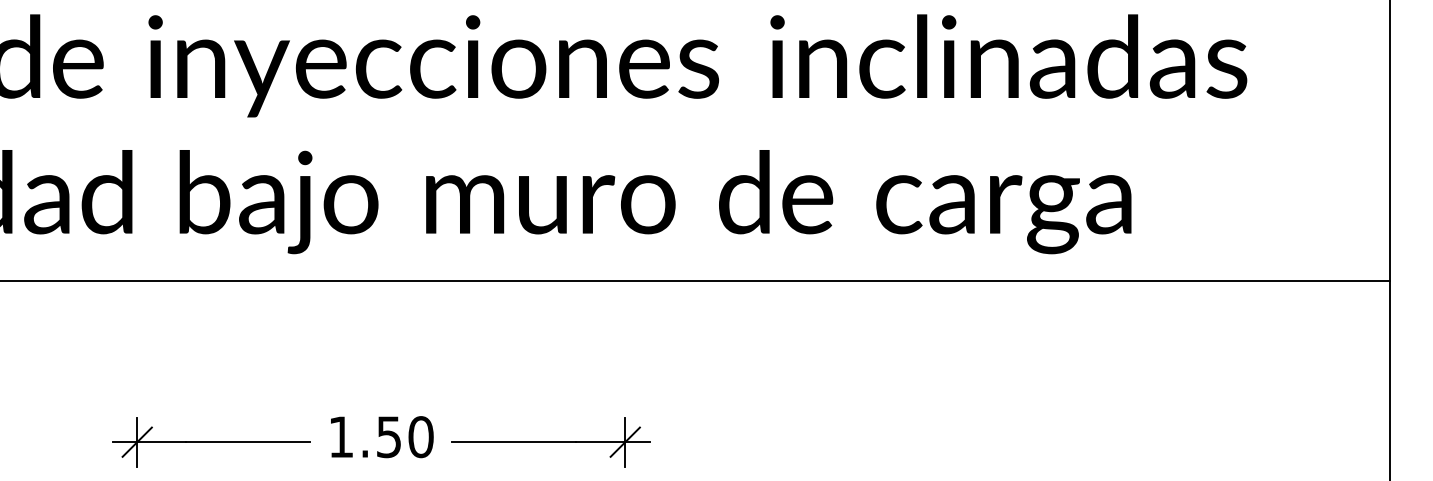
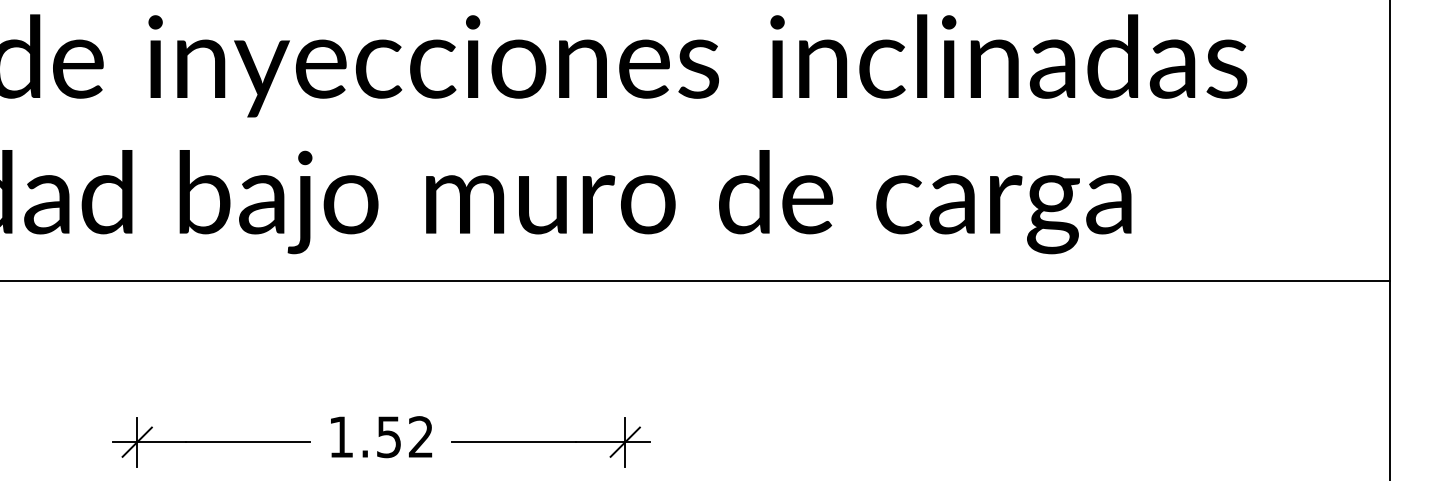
text at (420, 437): 1.50 -> 1.52
